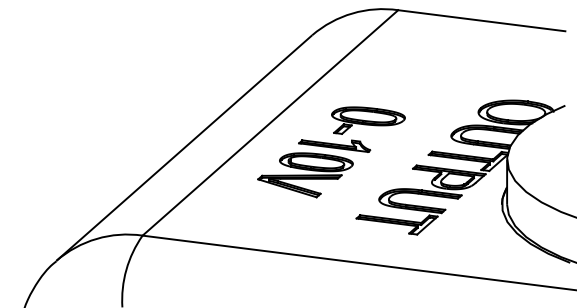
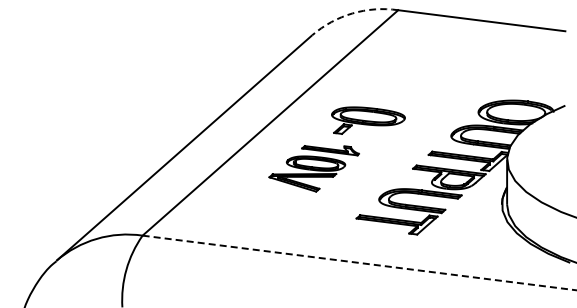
arc at (352, 13): solid -> dashed
part at (314, 168) size: 115x60 px -> 92x48 px
line at (359, 263): solid -> dashed
